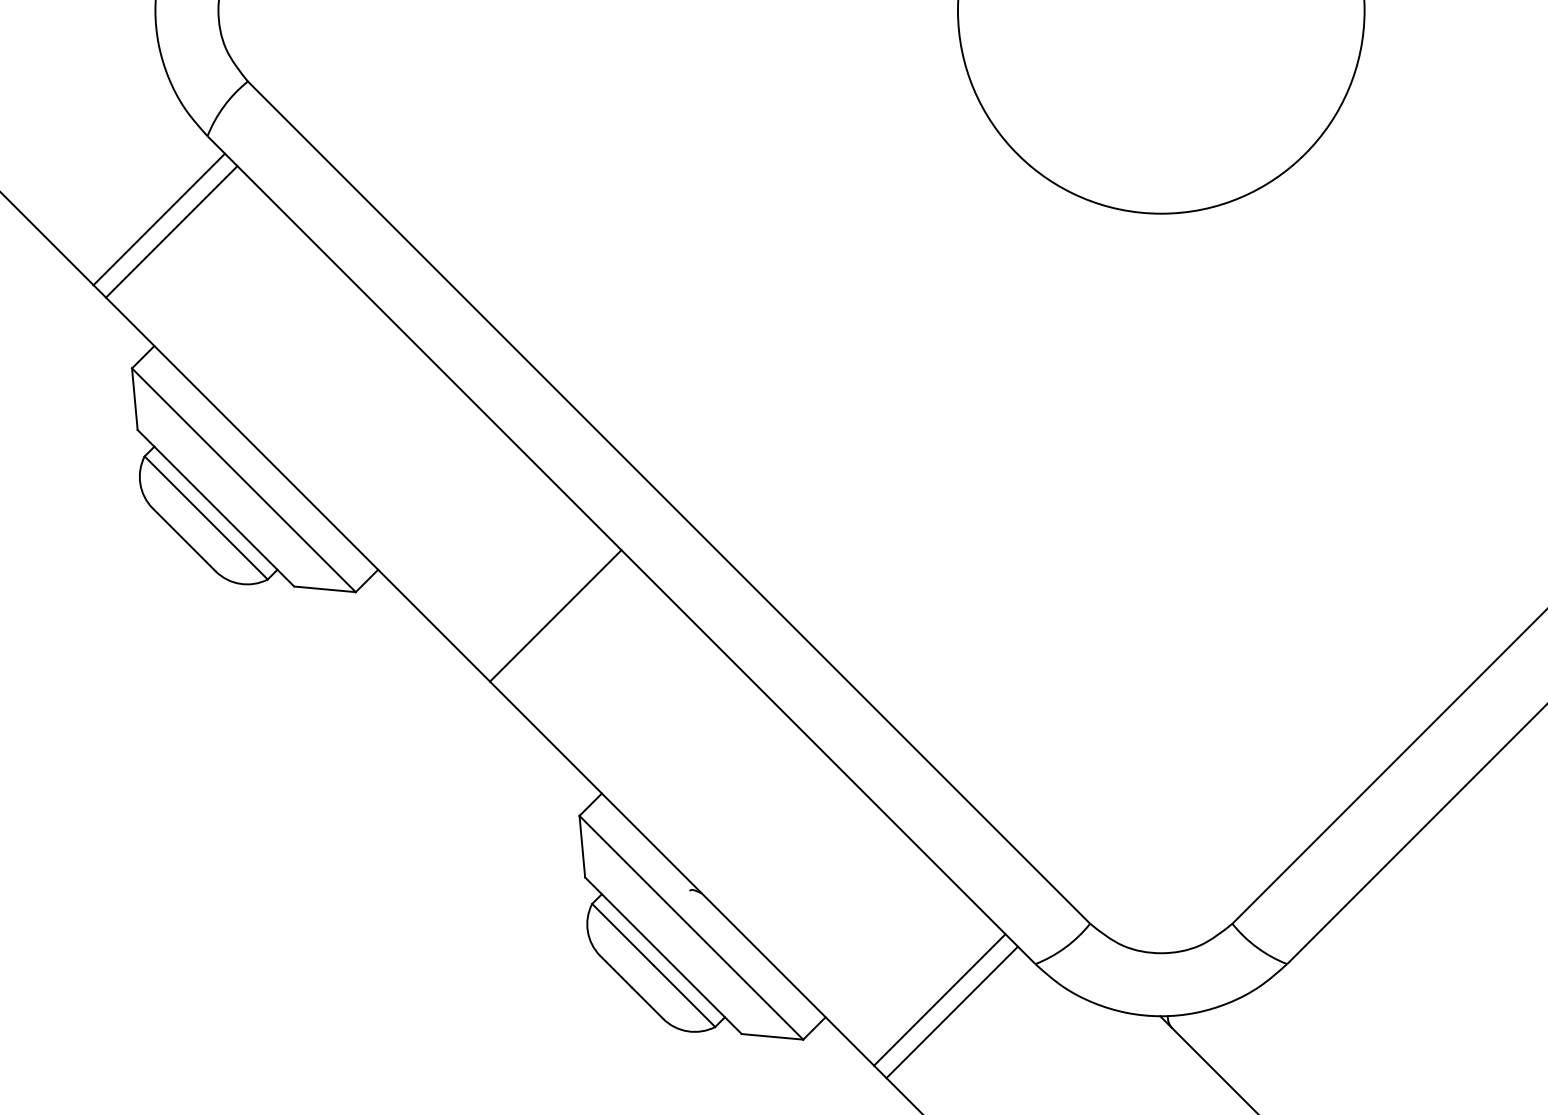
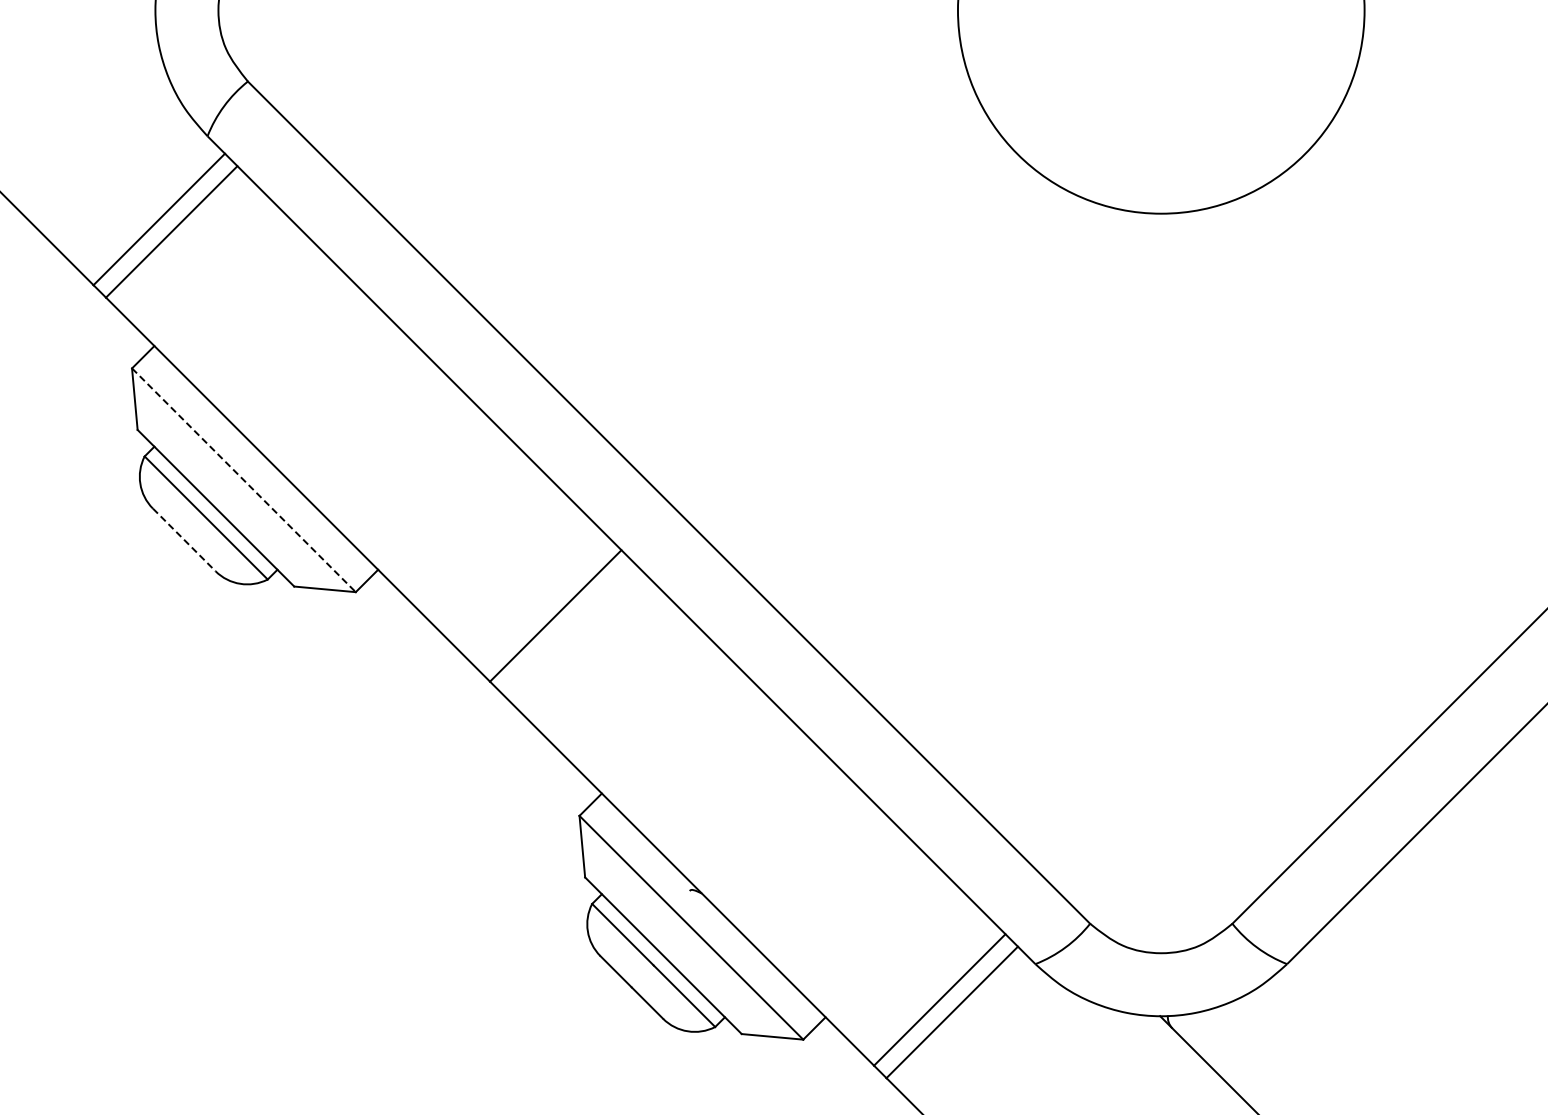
line at (244, 480): solid -> dashed
line at (184, 540): solid -> dashed
